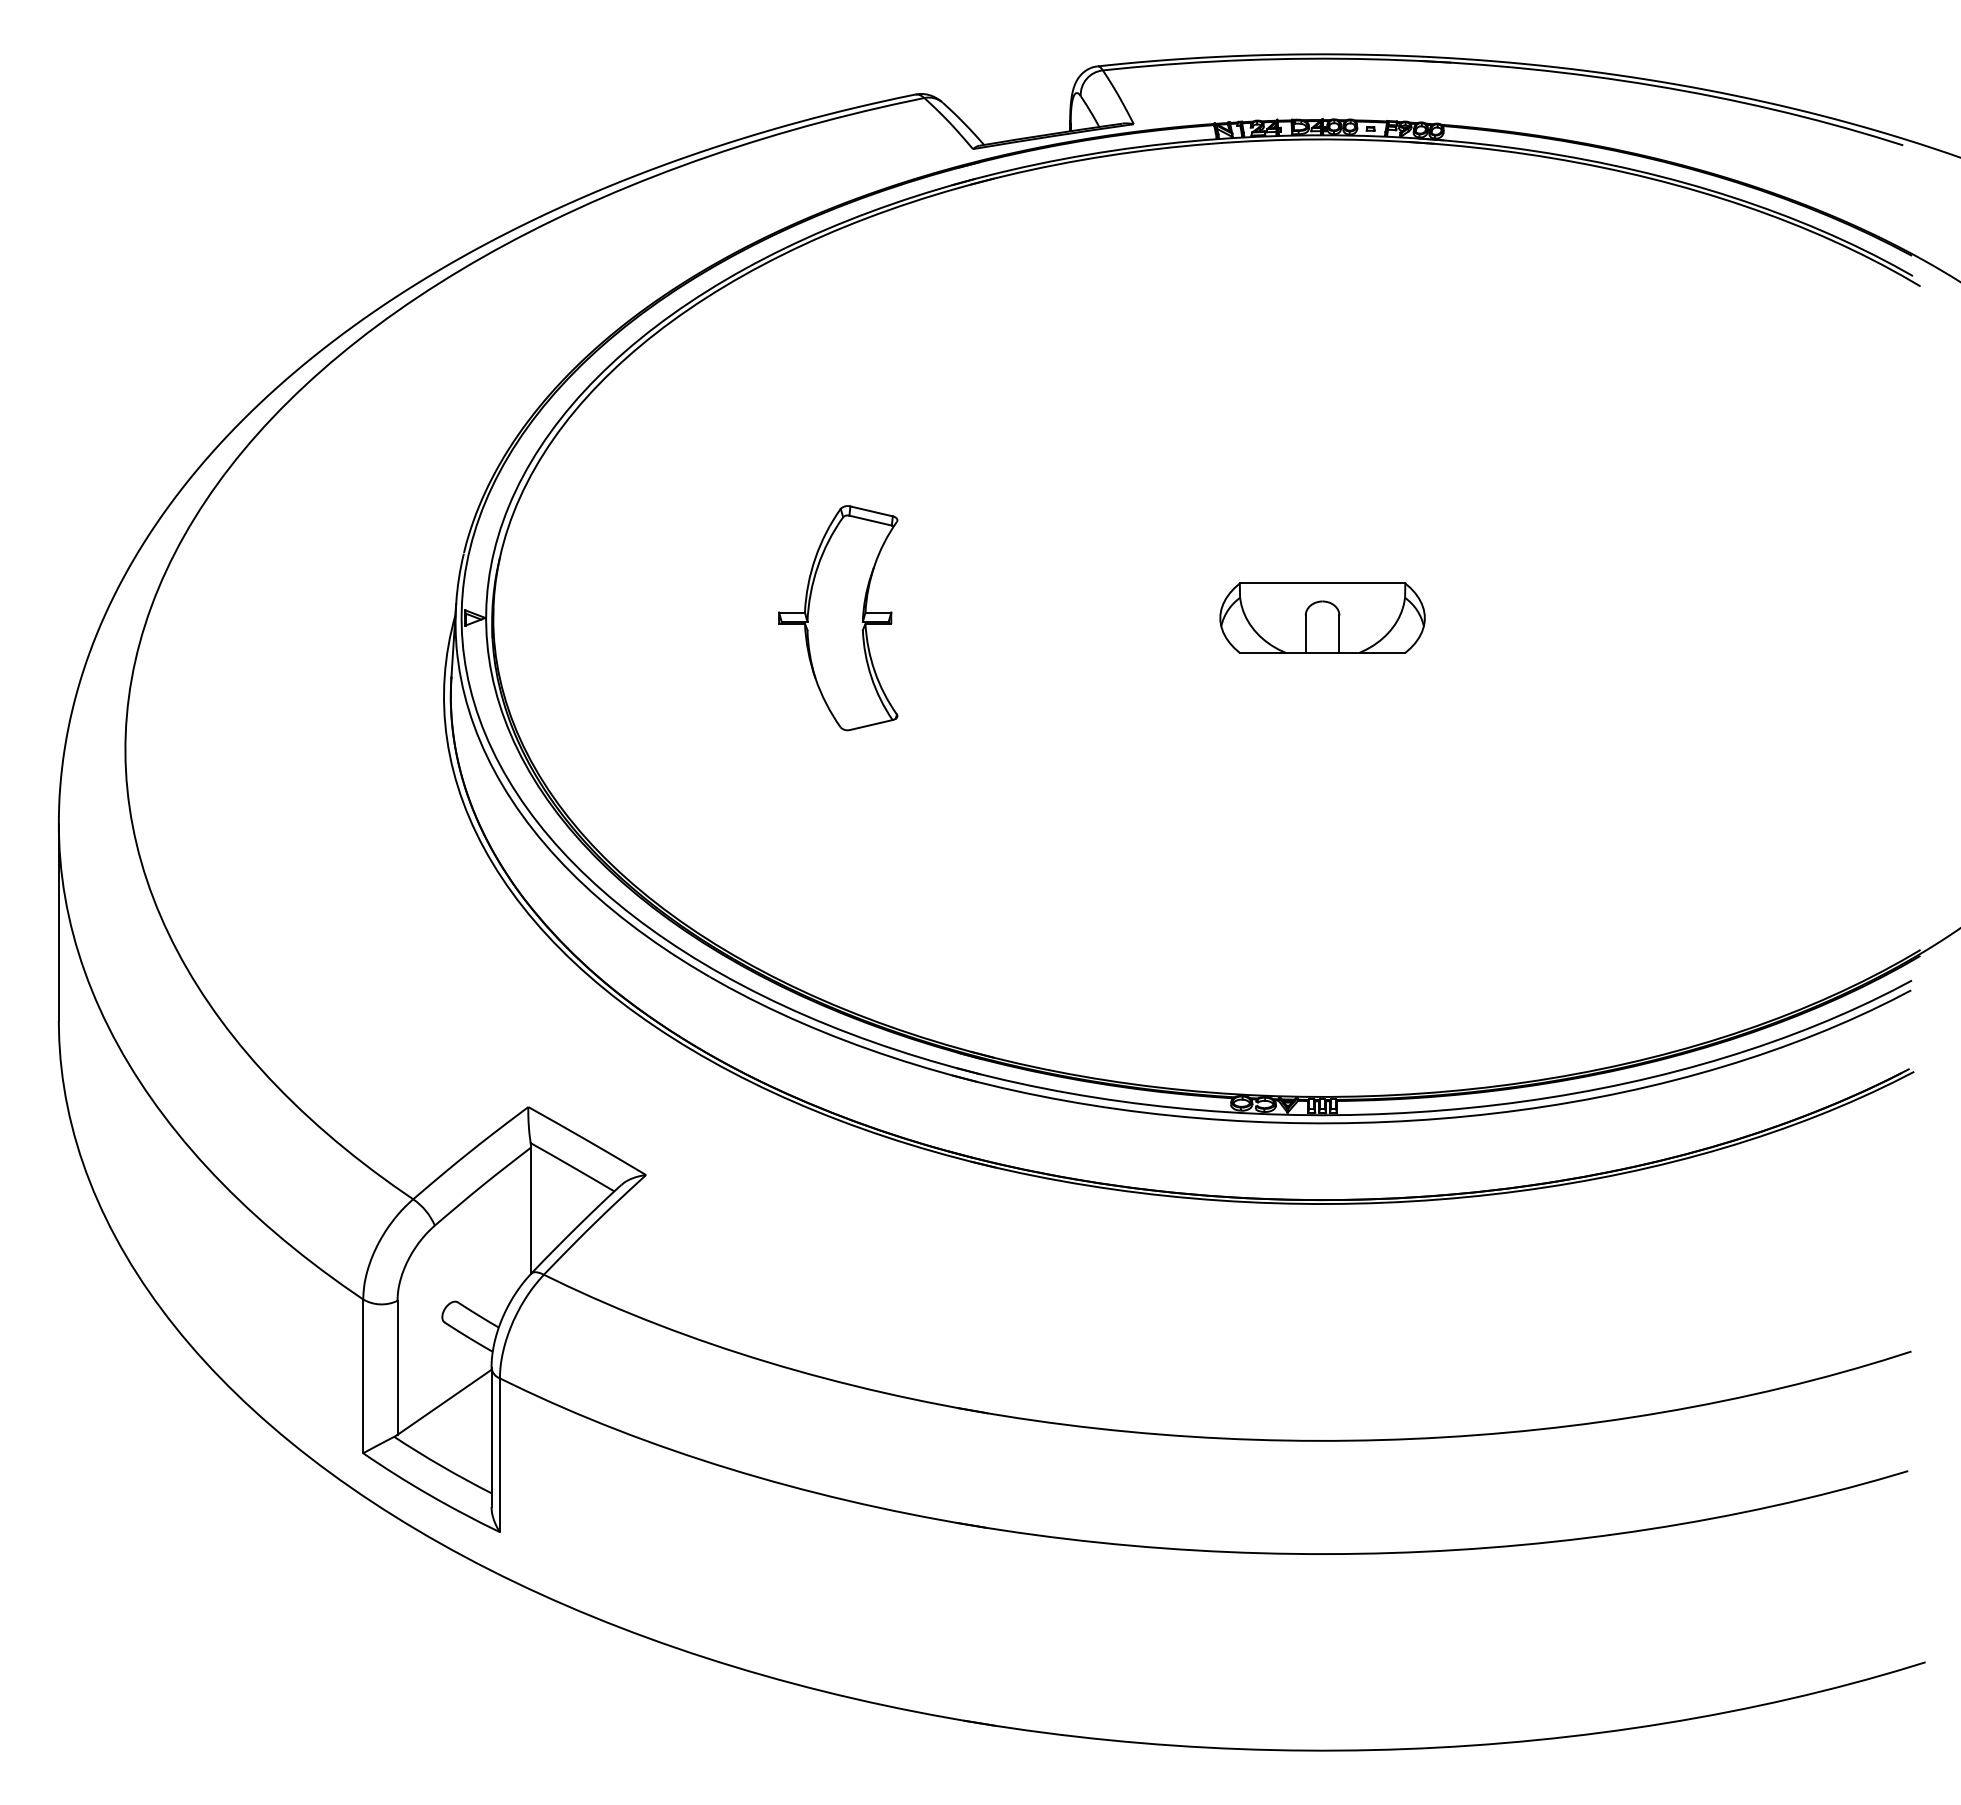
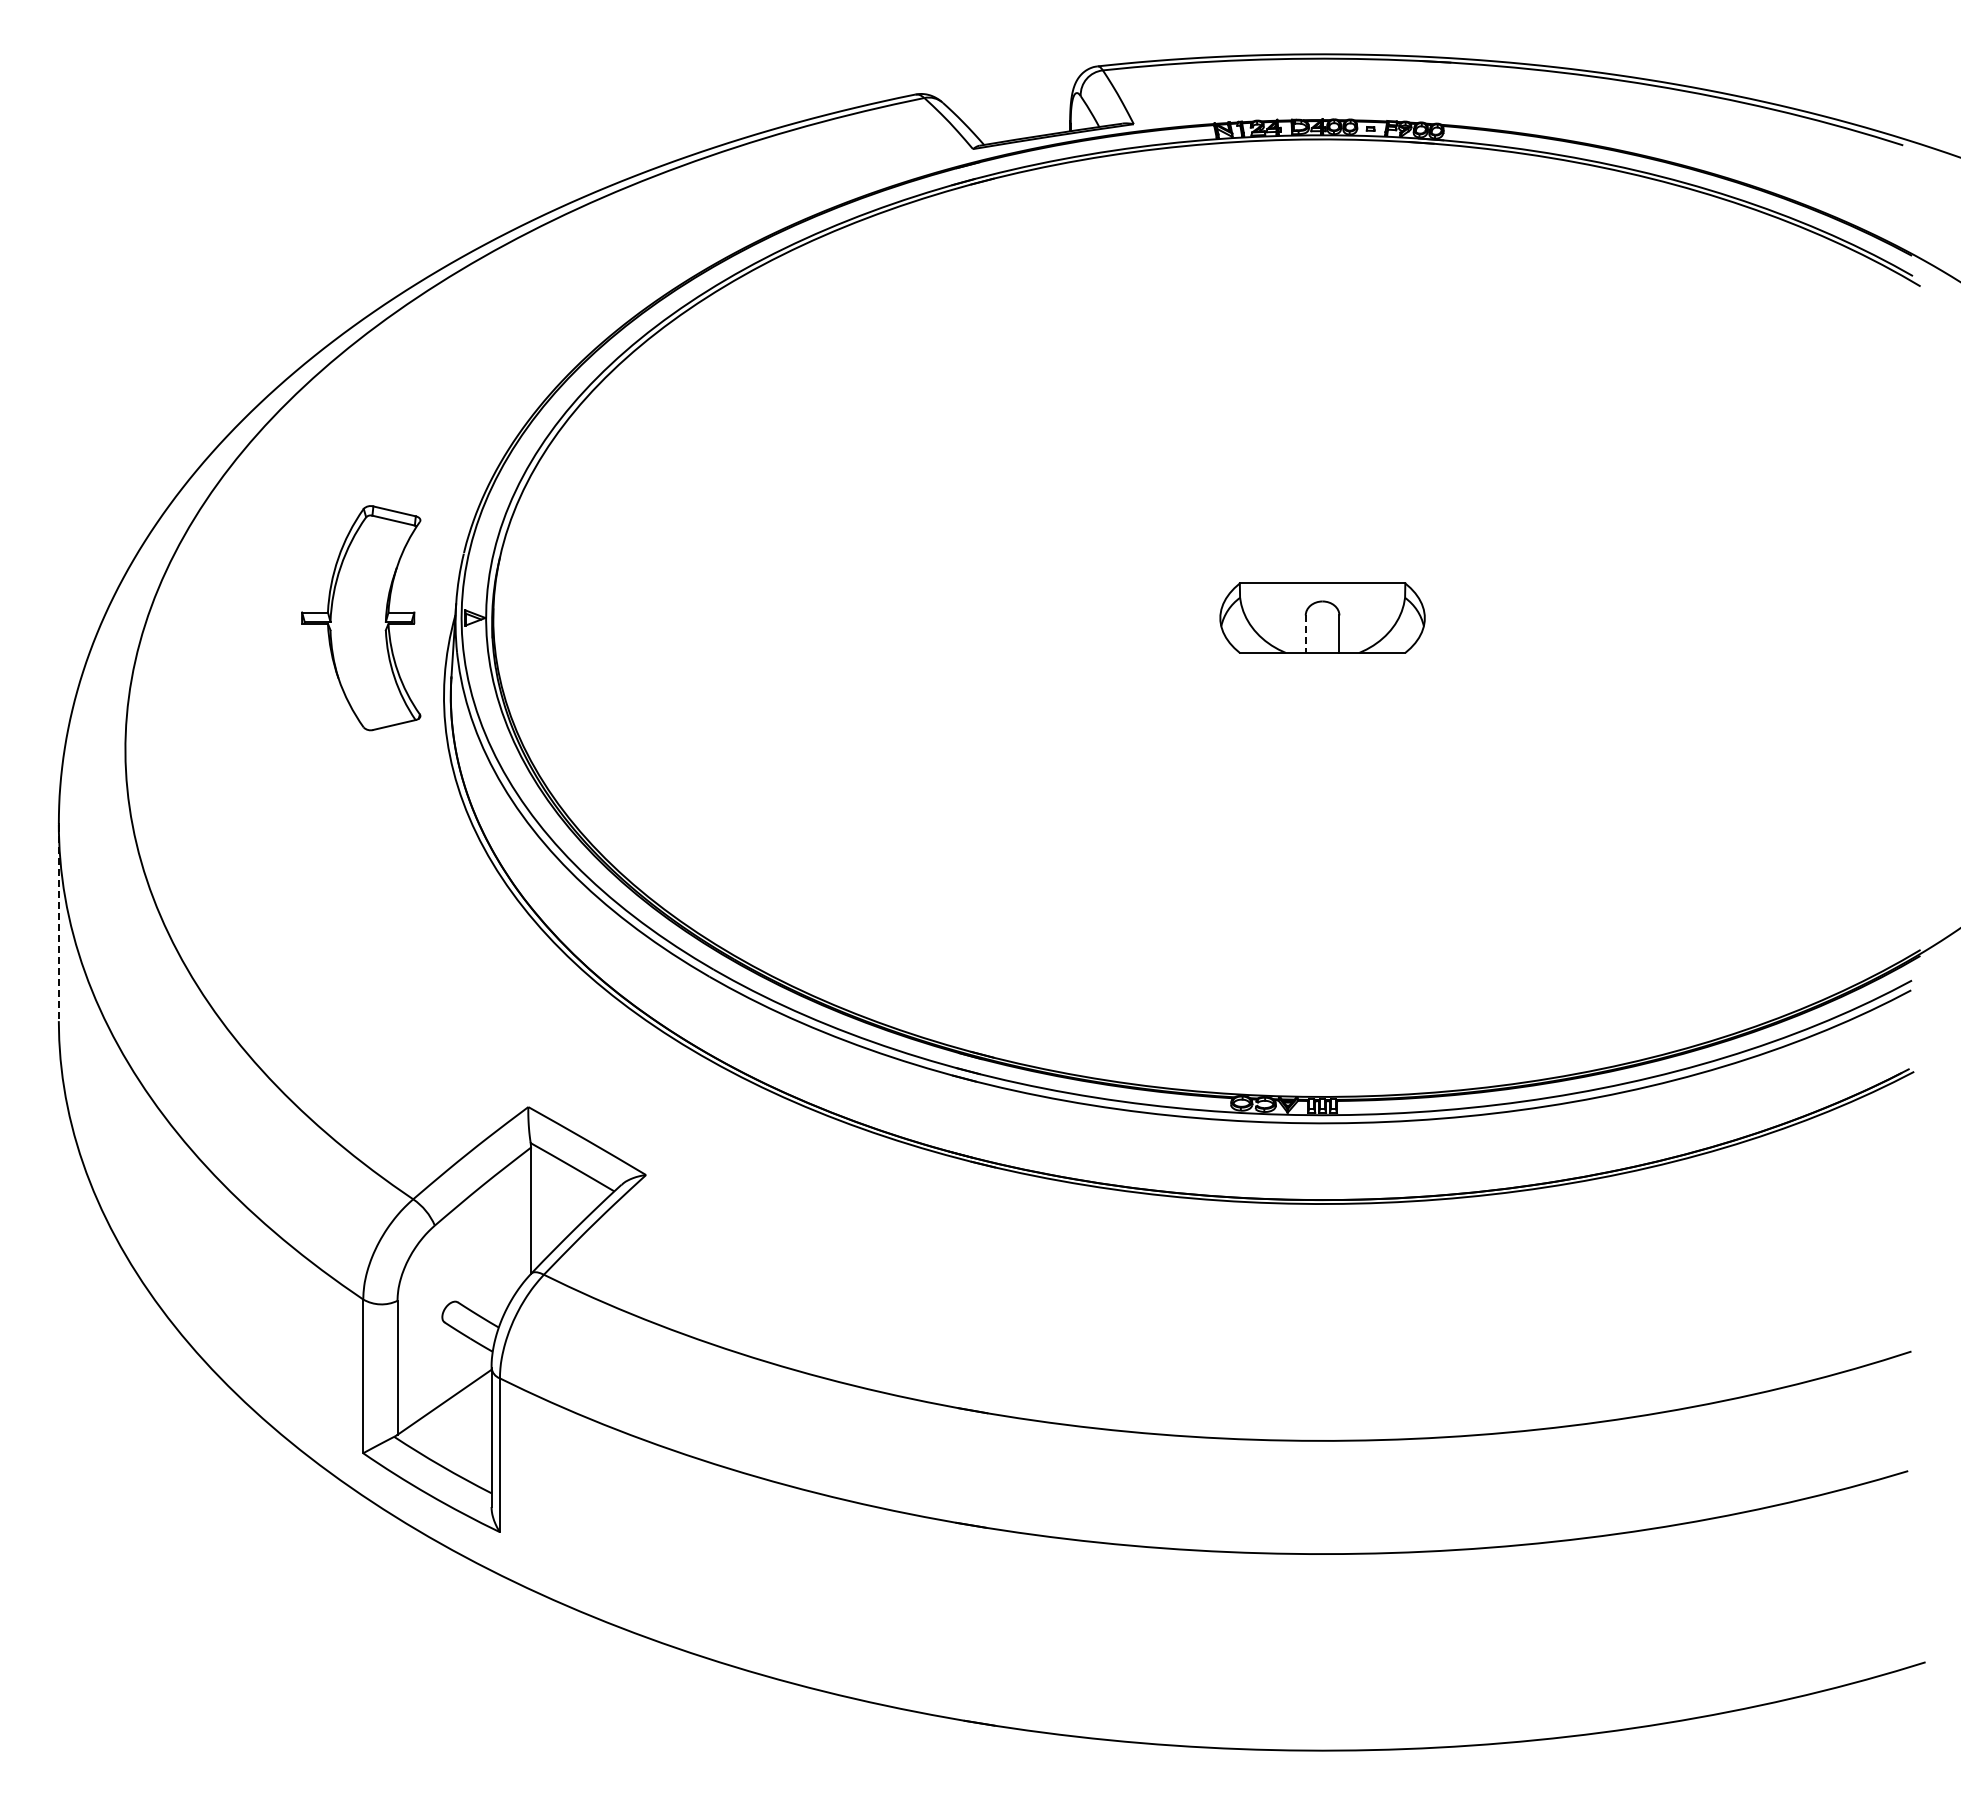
part at (838, 618) position: (838, 618) -> (361, 618)
line at (1305, 634): solid -> dashed
line at (58, 923): solid -> dashed
